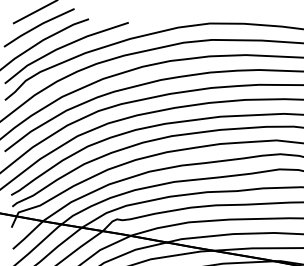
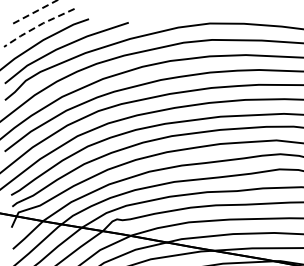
line at (34, 12): solid -> dashed
line at (37, 26): solid -> dashed
